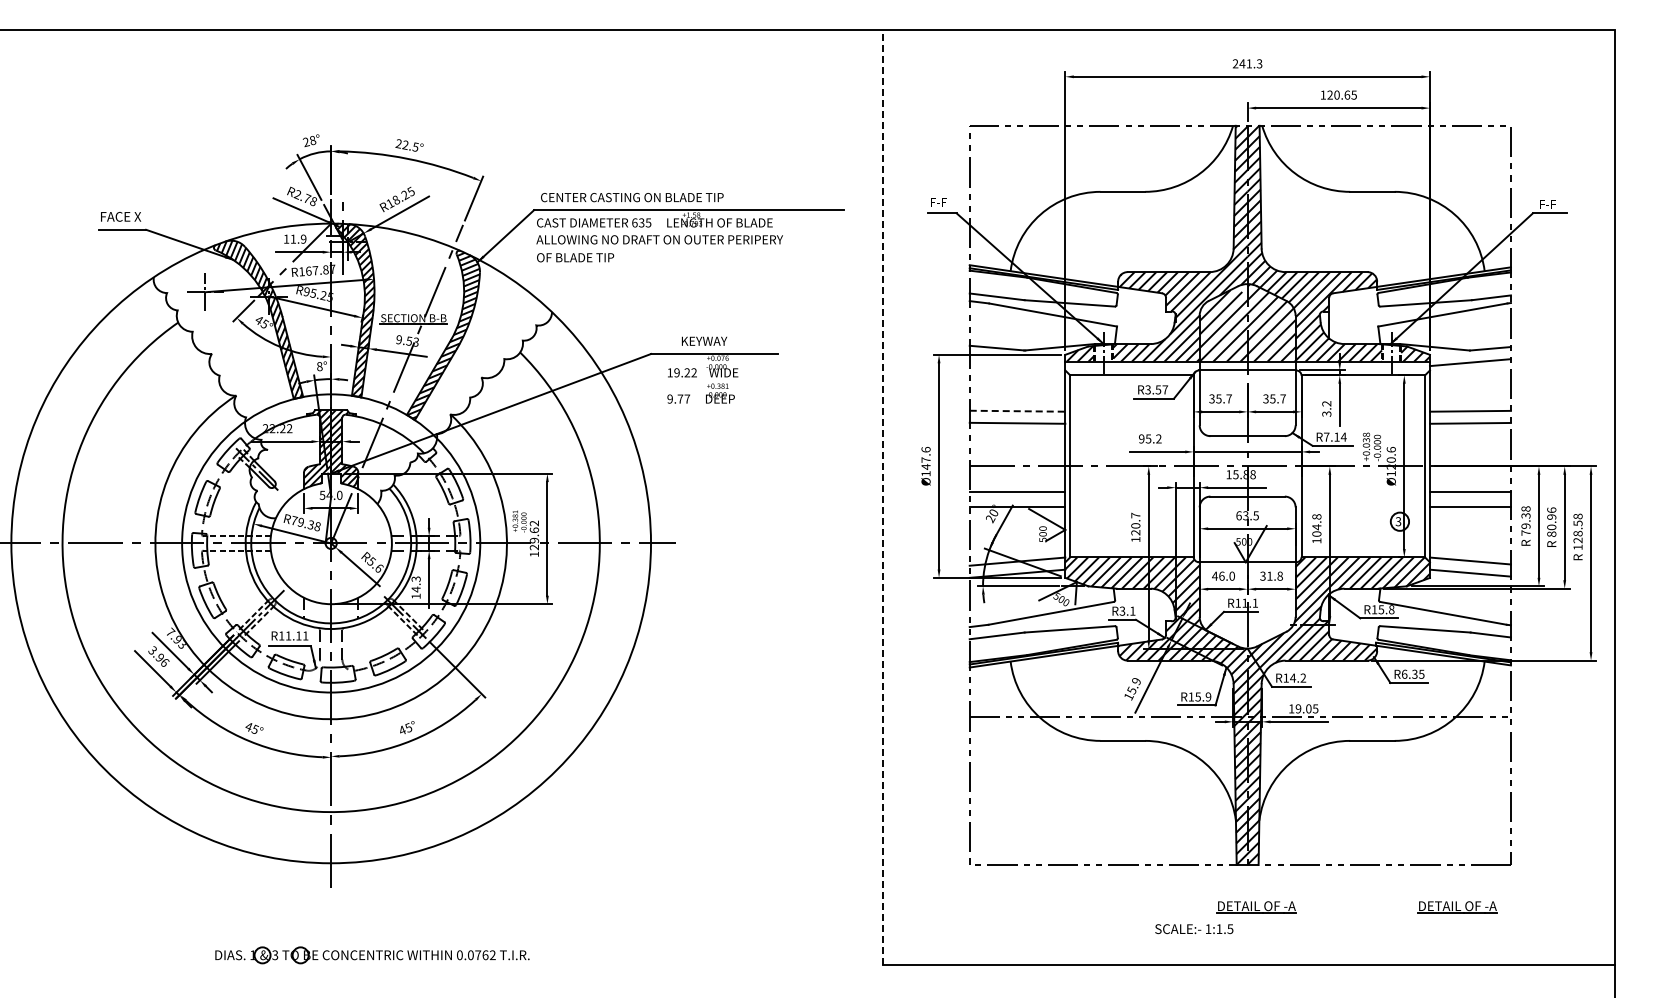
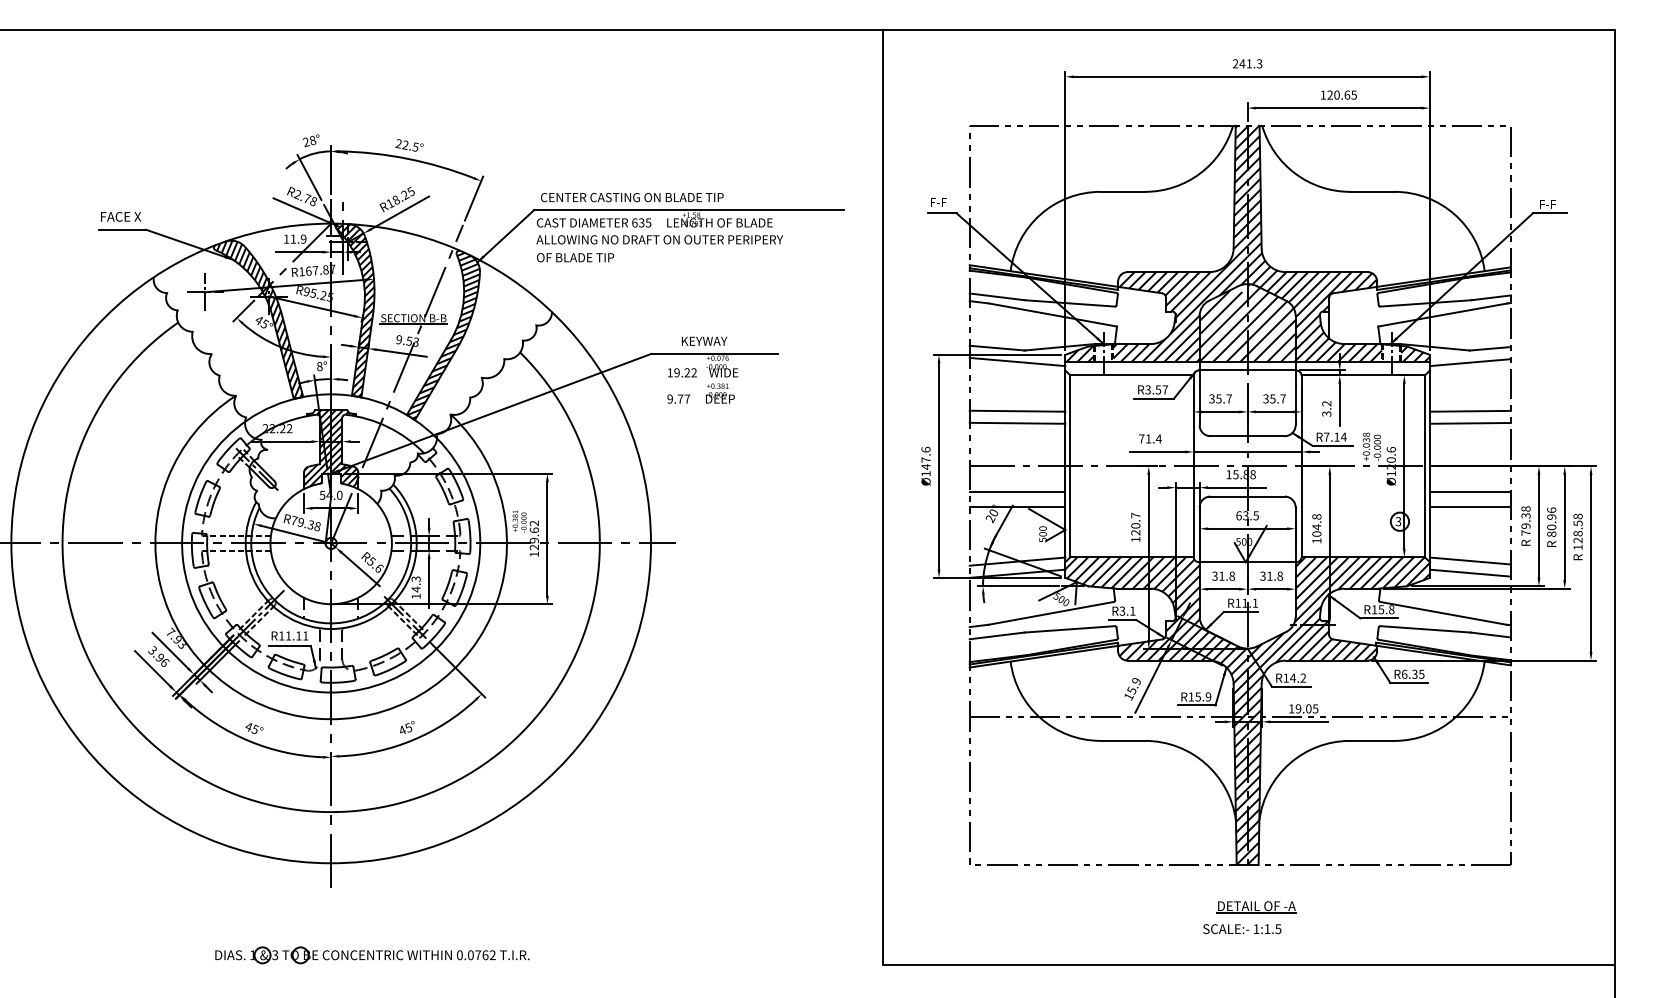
line at (1017, 361): none -> present
line at (1017, 411): dashed -> solid
text at (1150, 438): 95.2 -> 71.4
line at (883, 497): dashed -> solid
text at (1223, 575): 46.0 -> 31.8
part at (1457, 907): present -> none
text at (1194, 929) position: (1194, 929) -> (1242, 929)
